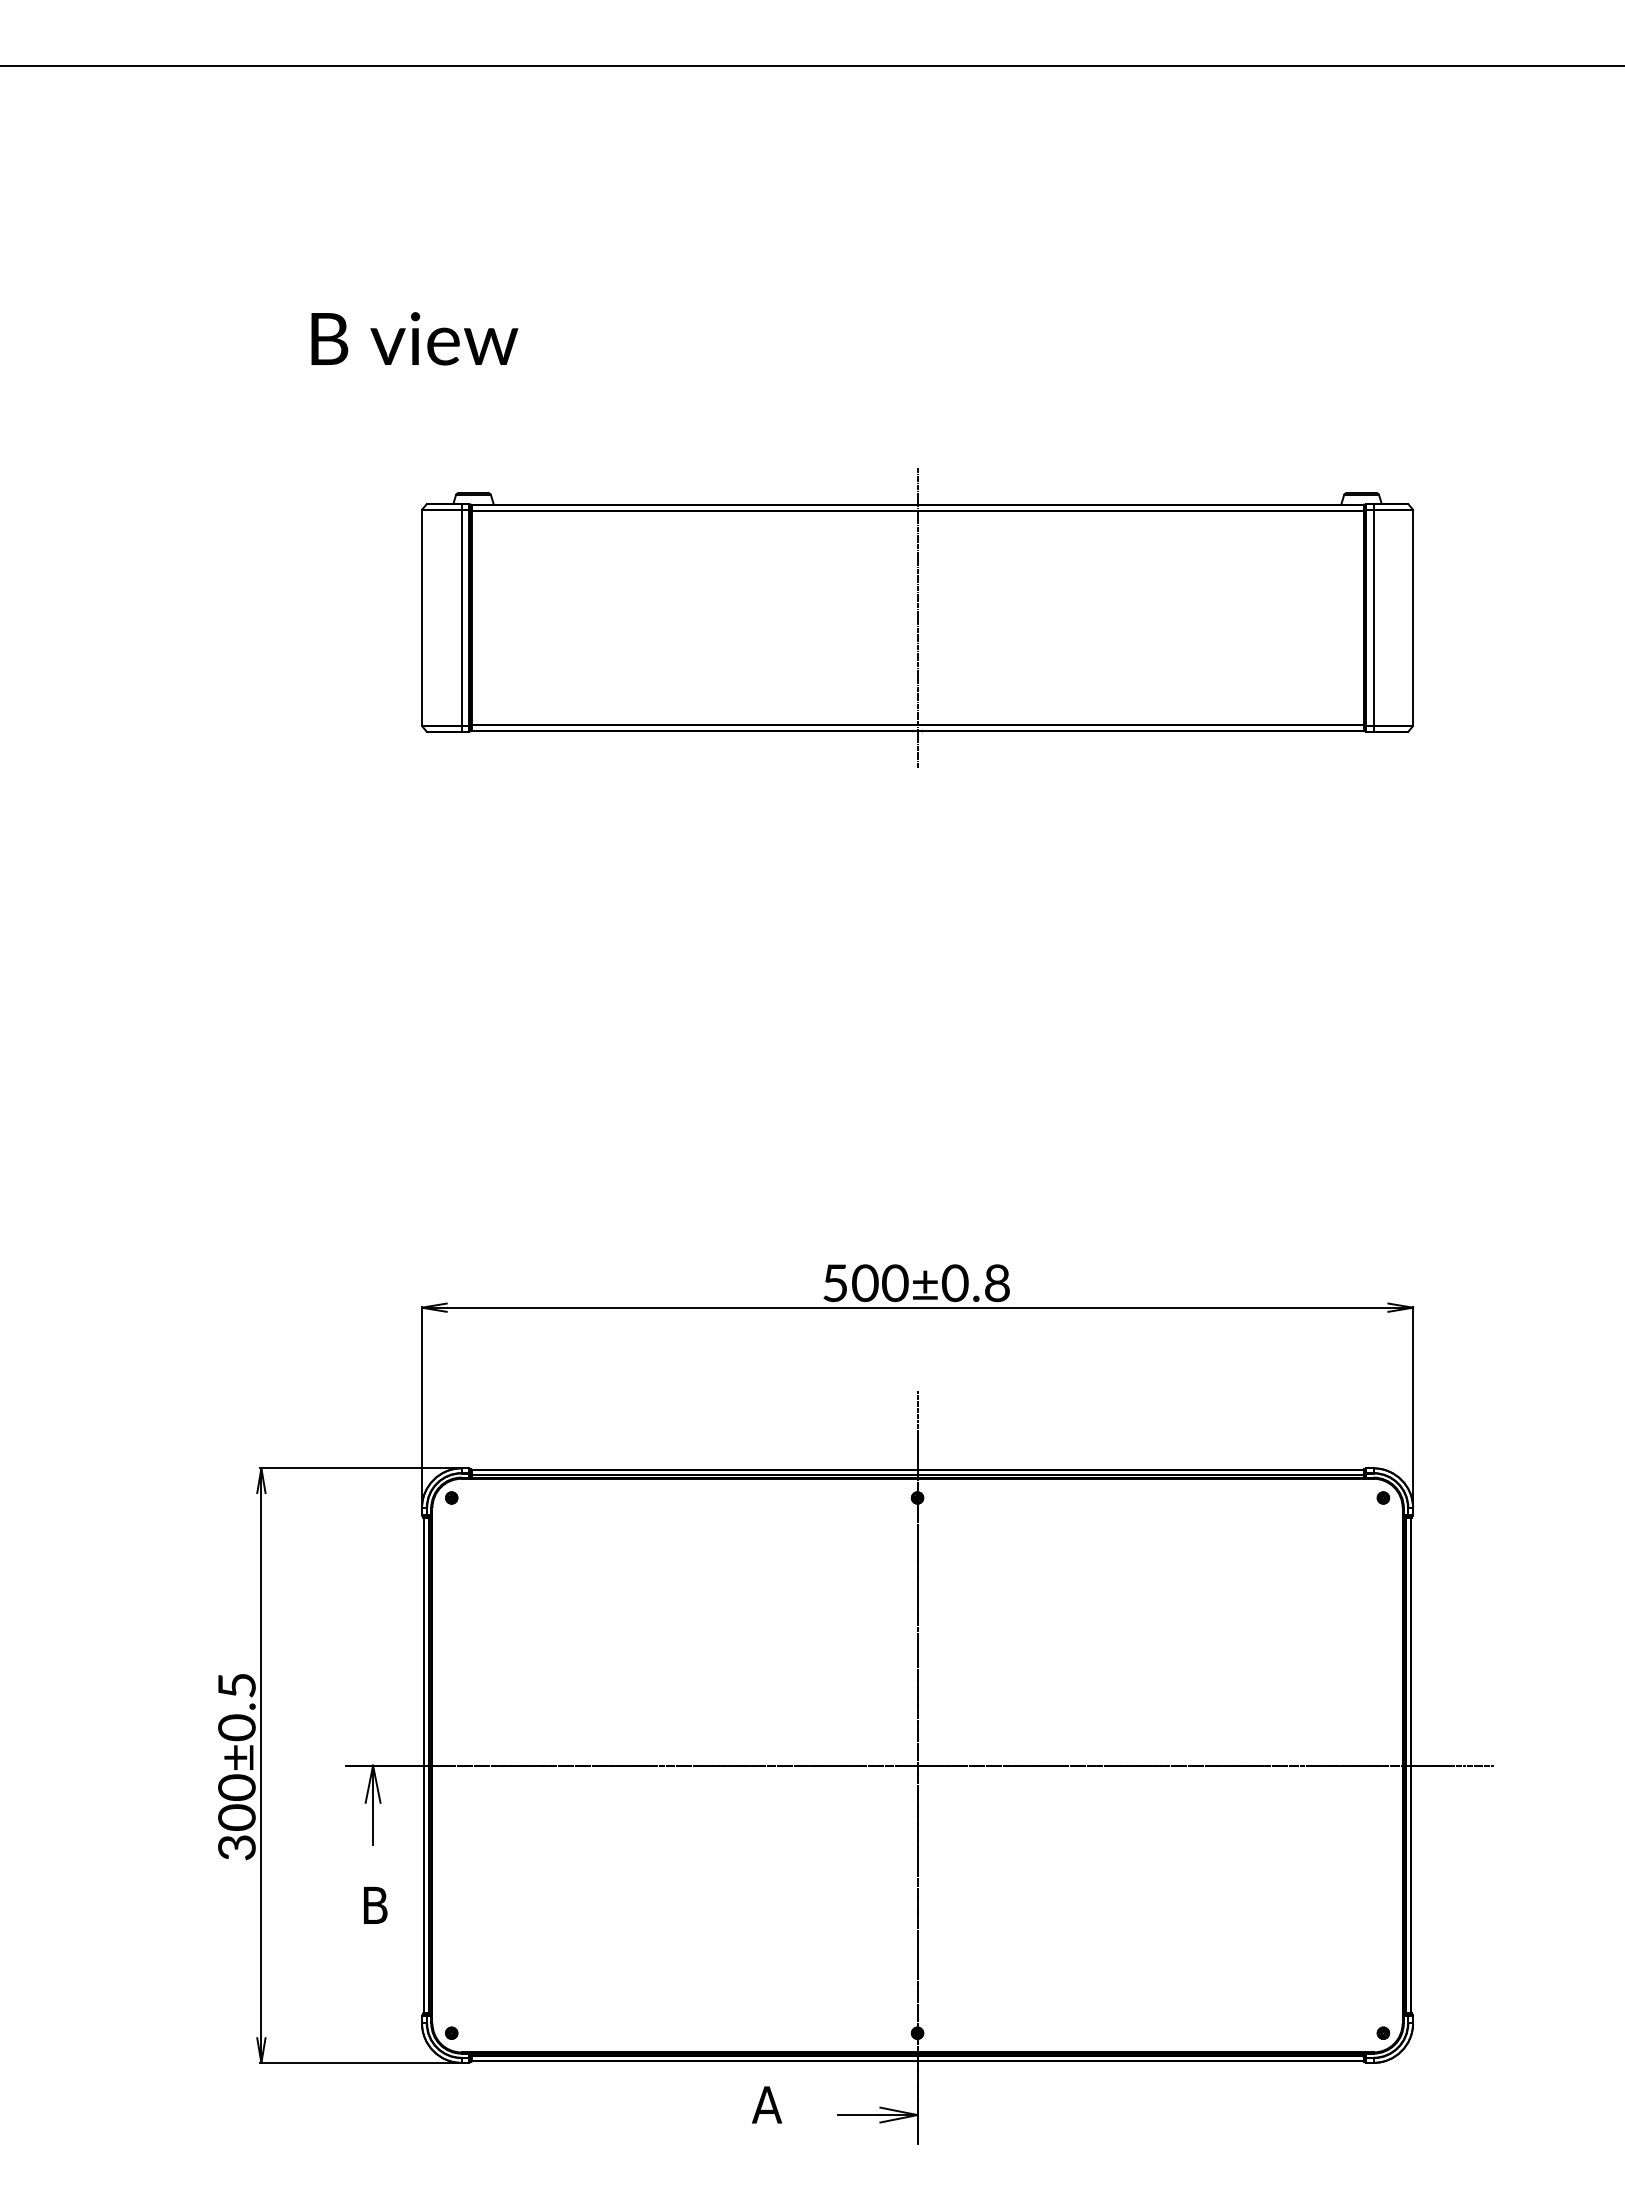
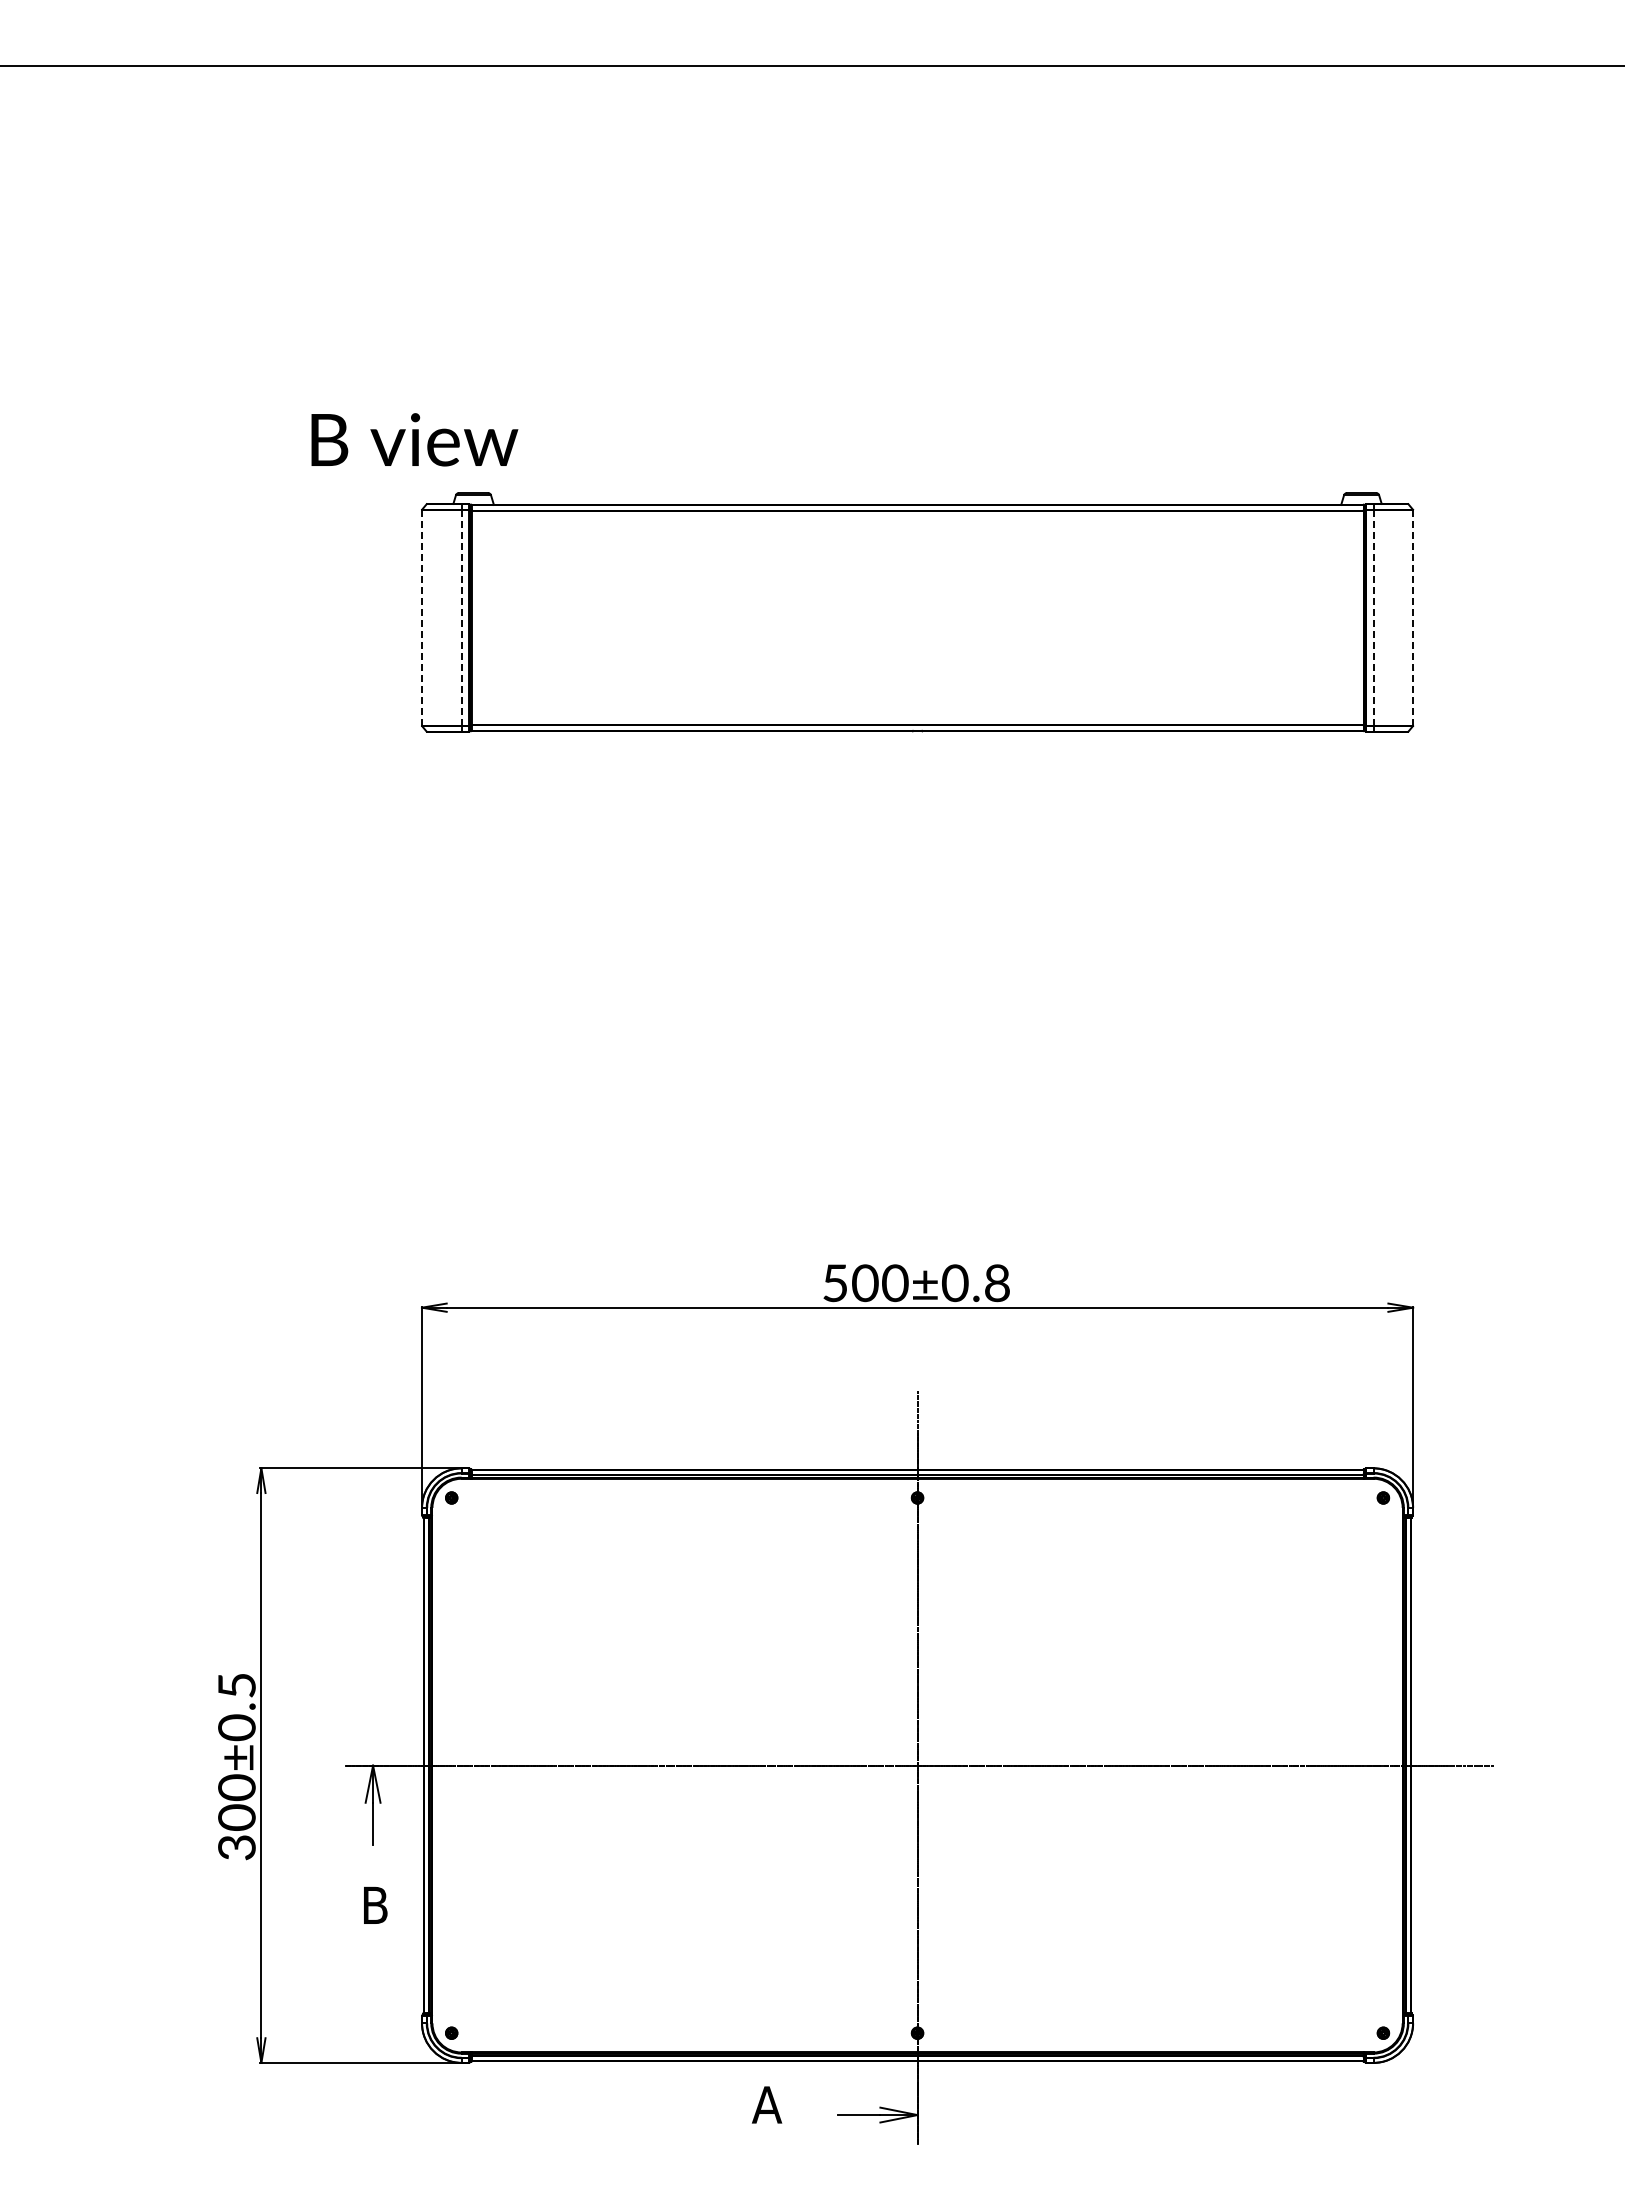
text at (414, 338) position: (414, 338) -> (414, 439)
line at (421, 617): solid -> dashed
line at (461, 617): solid -> dashed
line at (917, 617): present -> none
line at (1373, 617): solid -> dashed
line at (1413, 617): solid -> dashed
